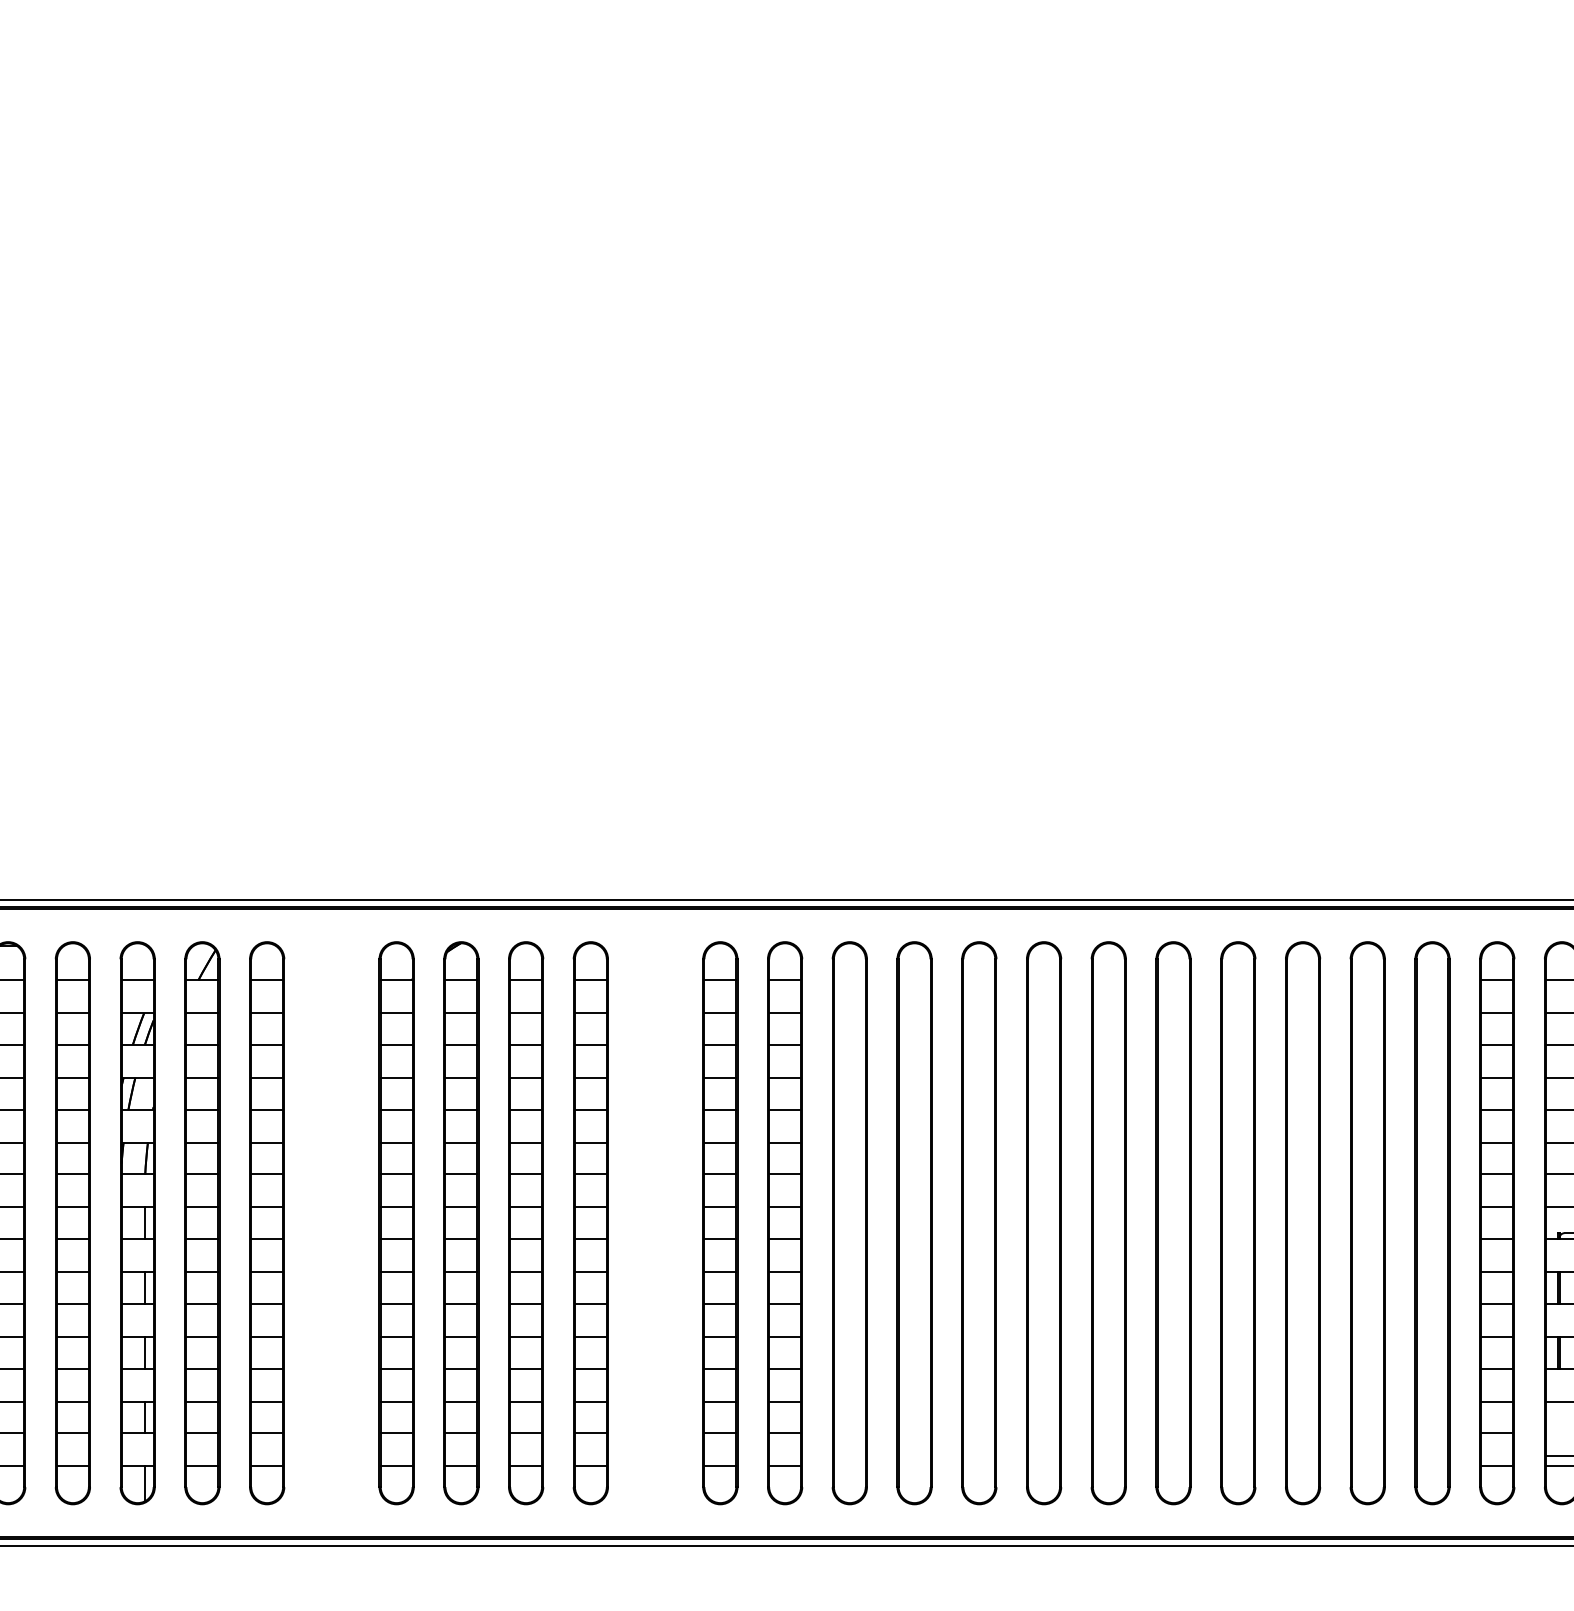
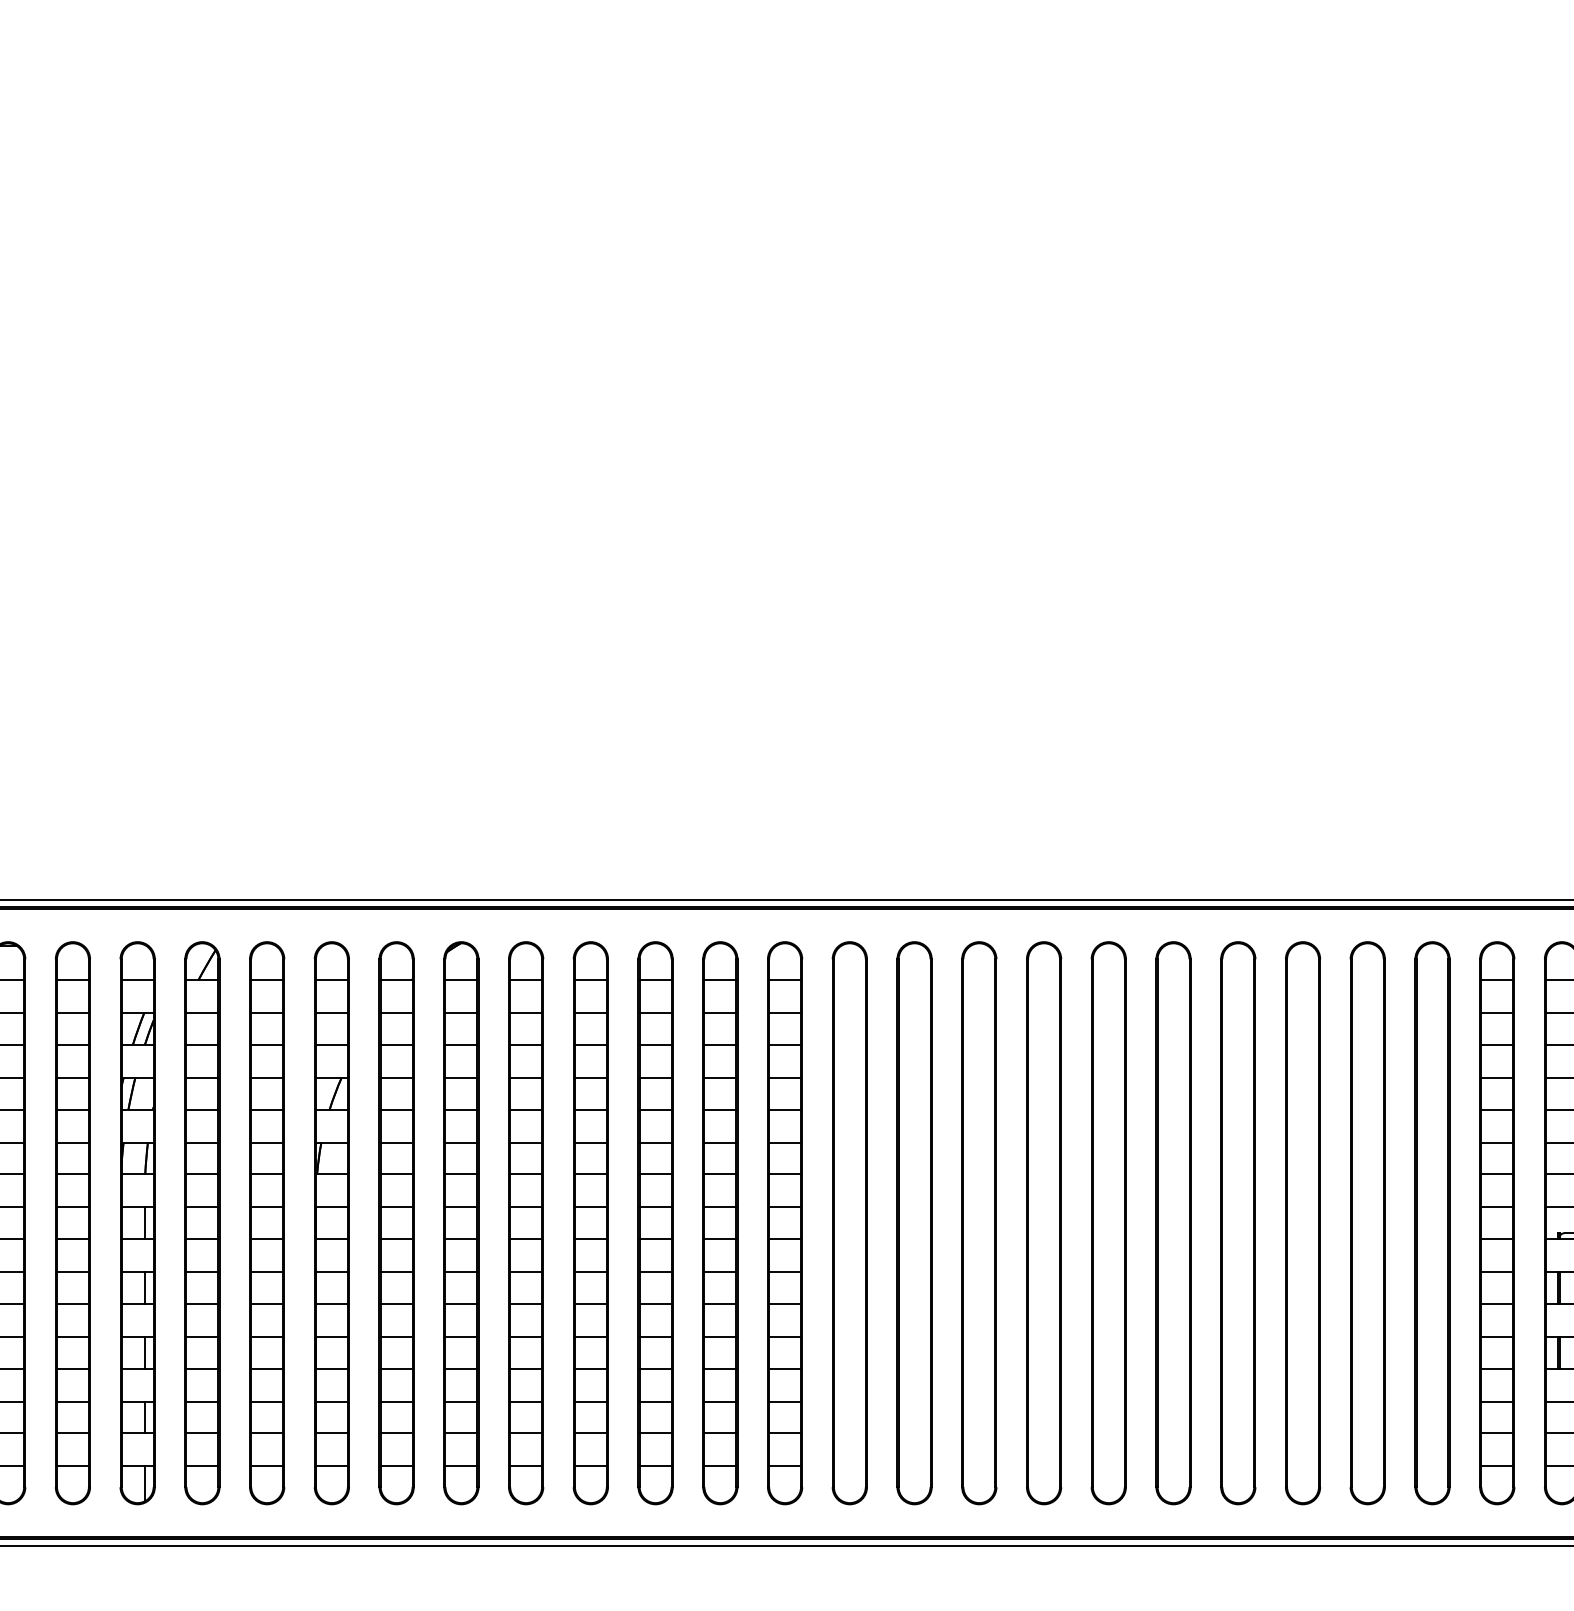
part at (331, 1223): none -> present
part at (655, 1223): none -> present
line at (1558, 1456) position: (1558, 1456) -> (1558, 1433)
